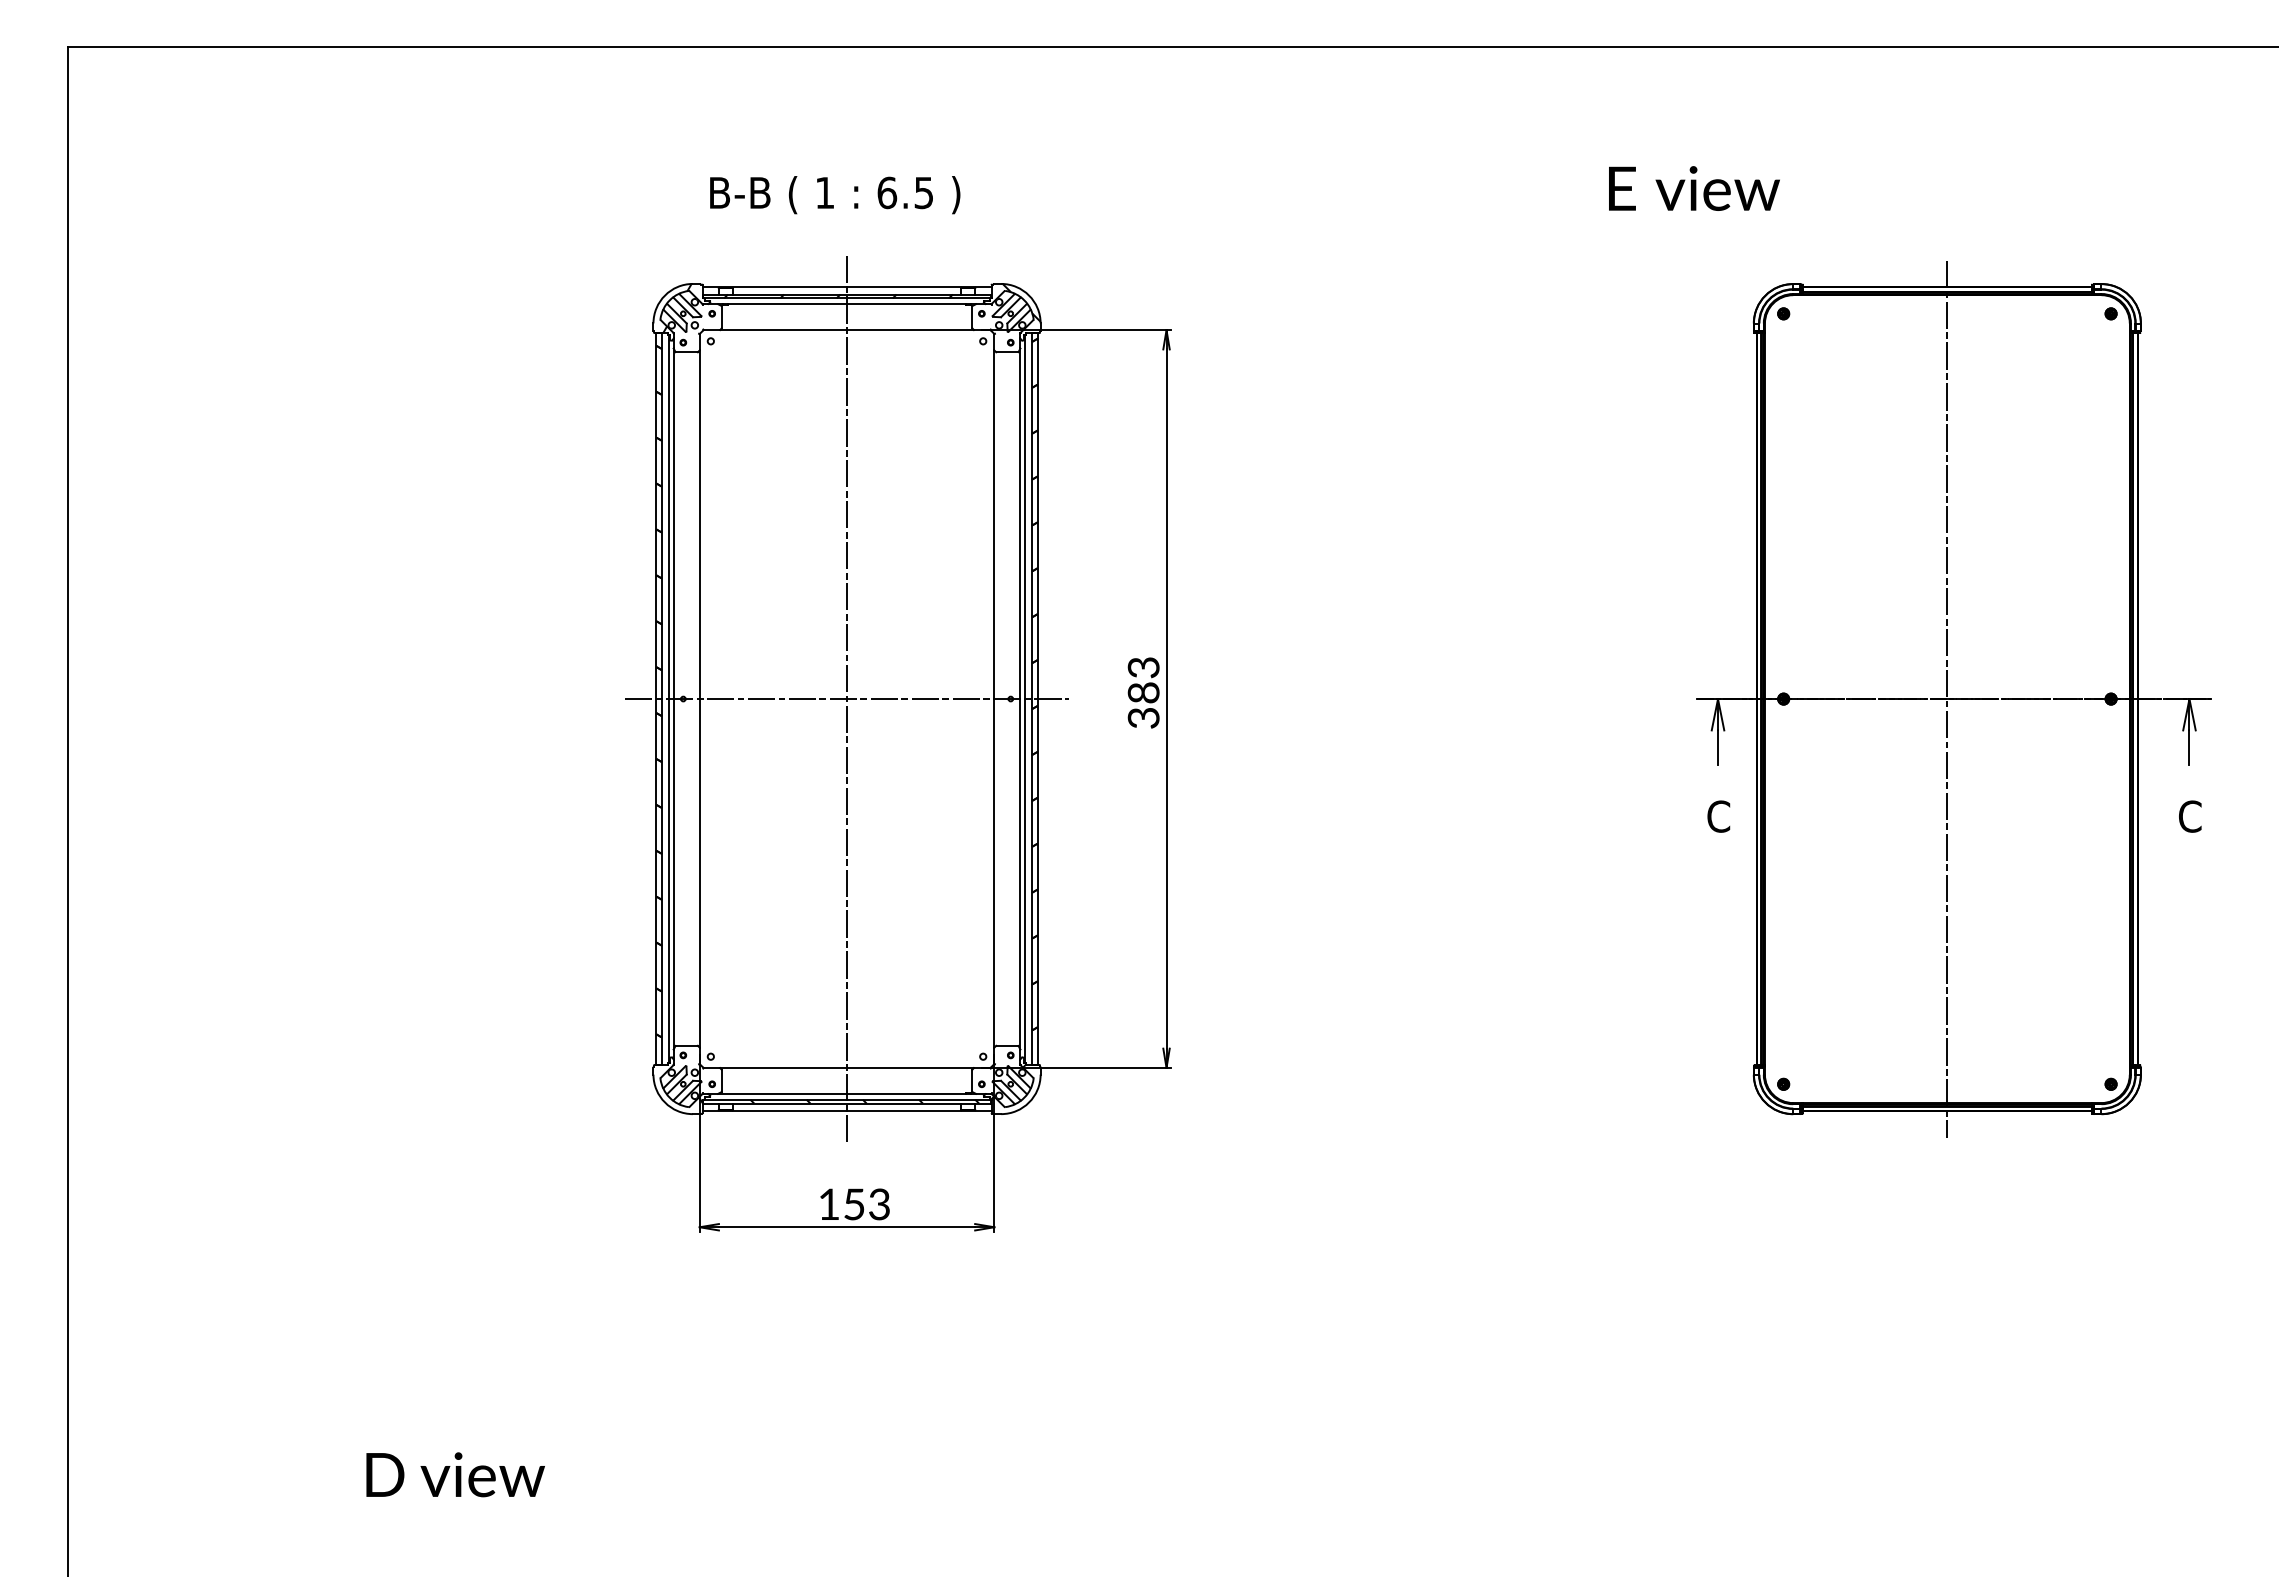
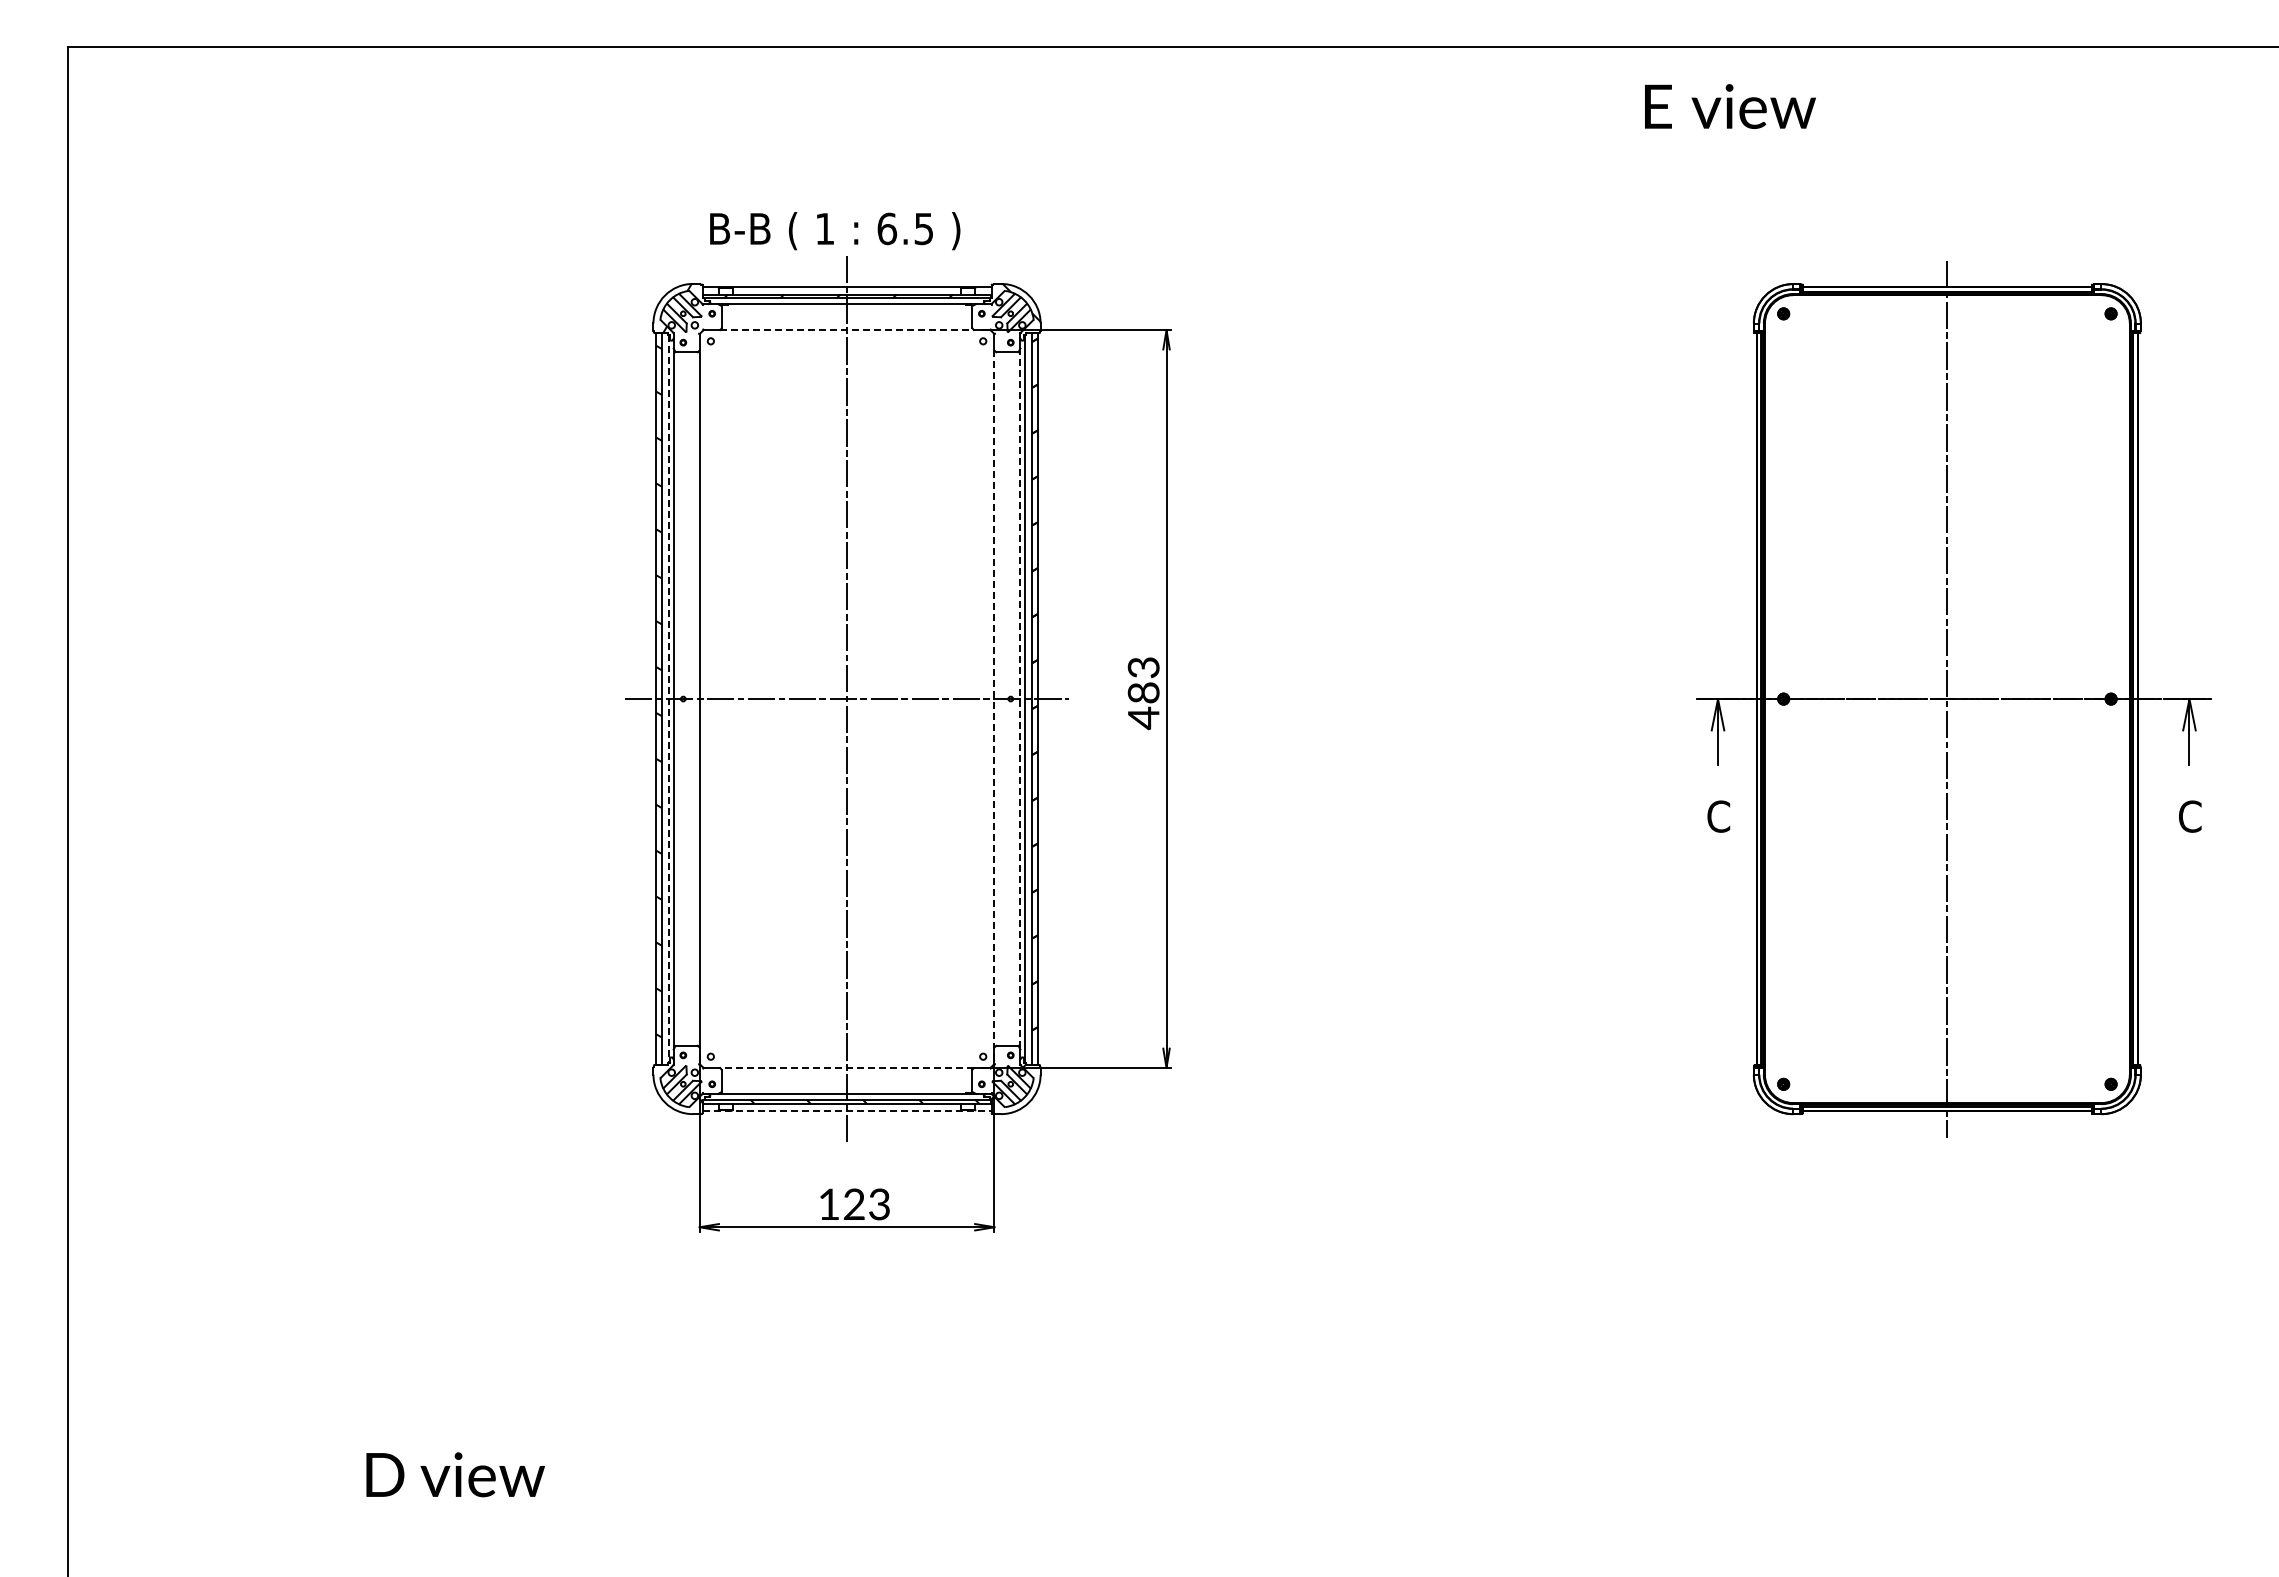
text at (1694, 188) position: (1694, 188) -> (1730, 106)
text at (835, 195) position: (835, 195) -> (835, 231)
line at (847, 330): solid -> dashed
hatch at (659, 691): present -> none
line at (668, 699): solid -> dashed
line at (994, 699): solid -> dashed
line at (1020, 699): solid -> dashed
text at (1143, 718): 383 -> 483
line at (846, 1067): solid -> dashed
line at (847, 1111): solid -> dashed
text at (853, 1204): 153 -> 123
